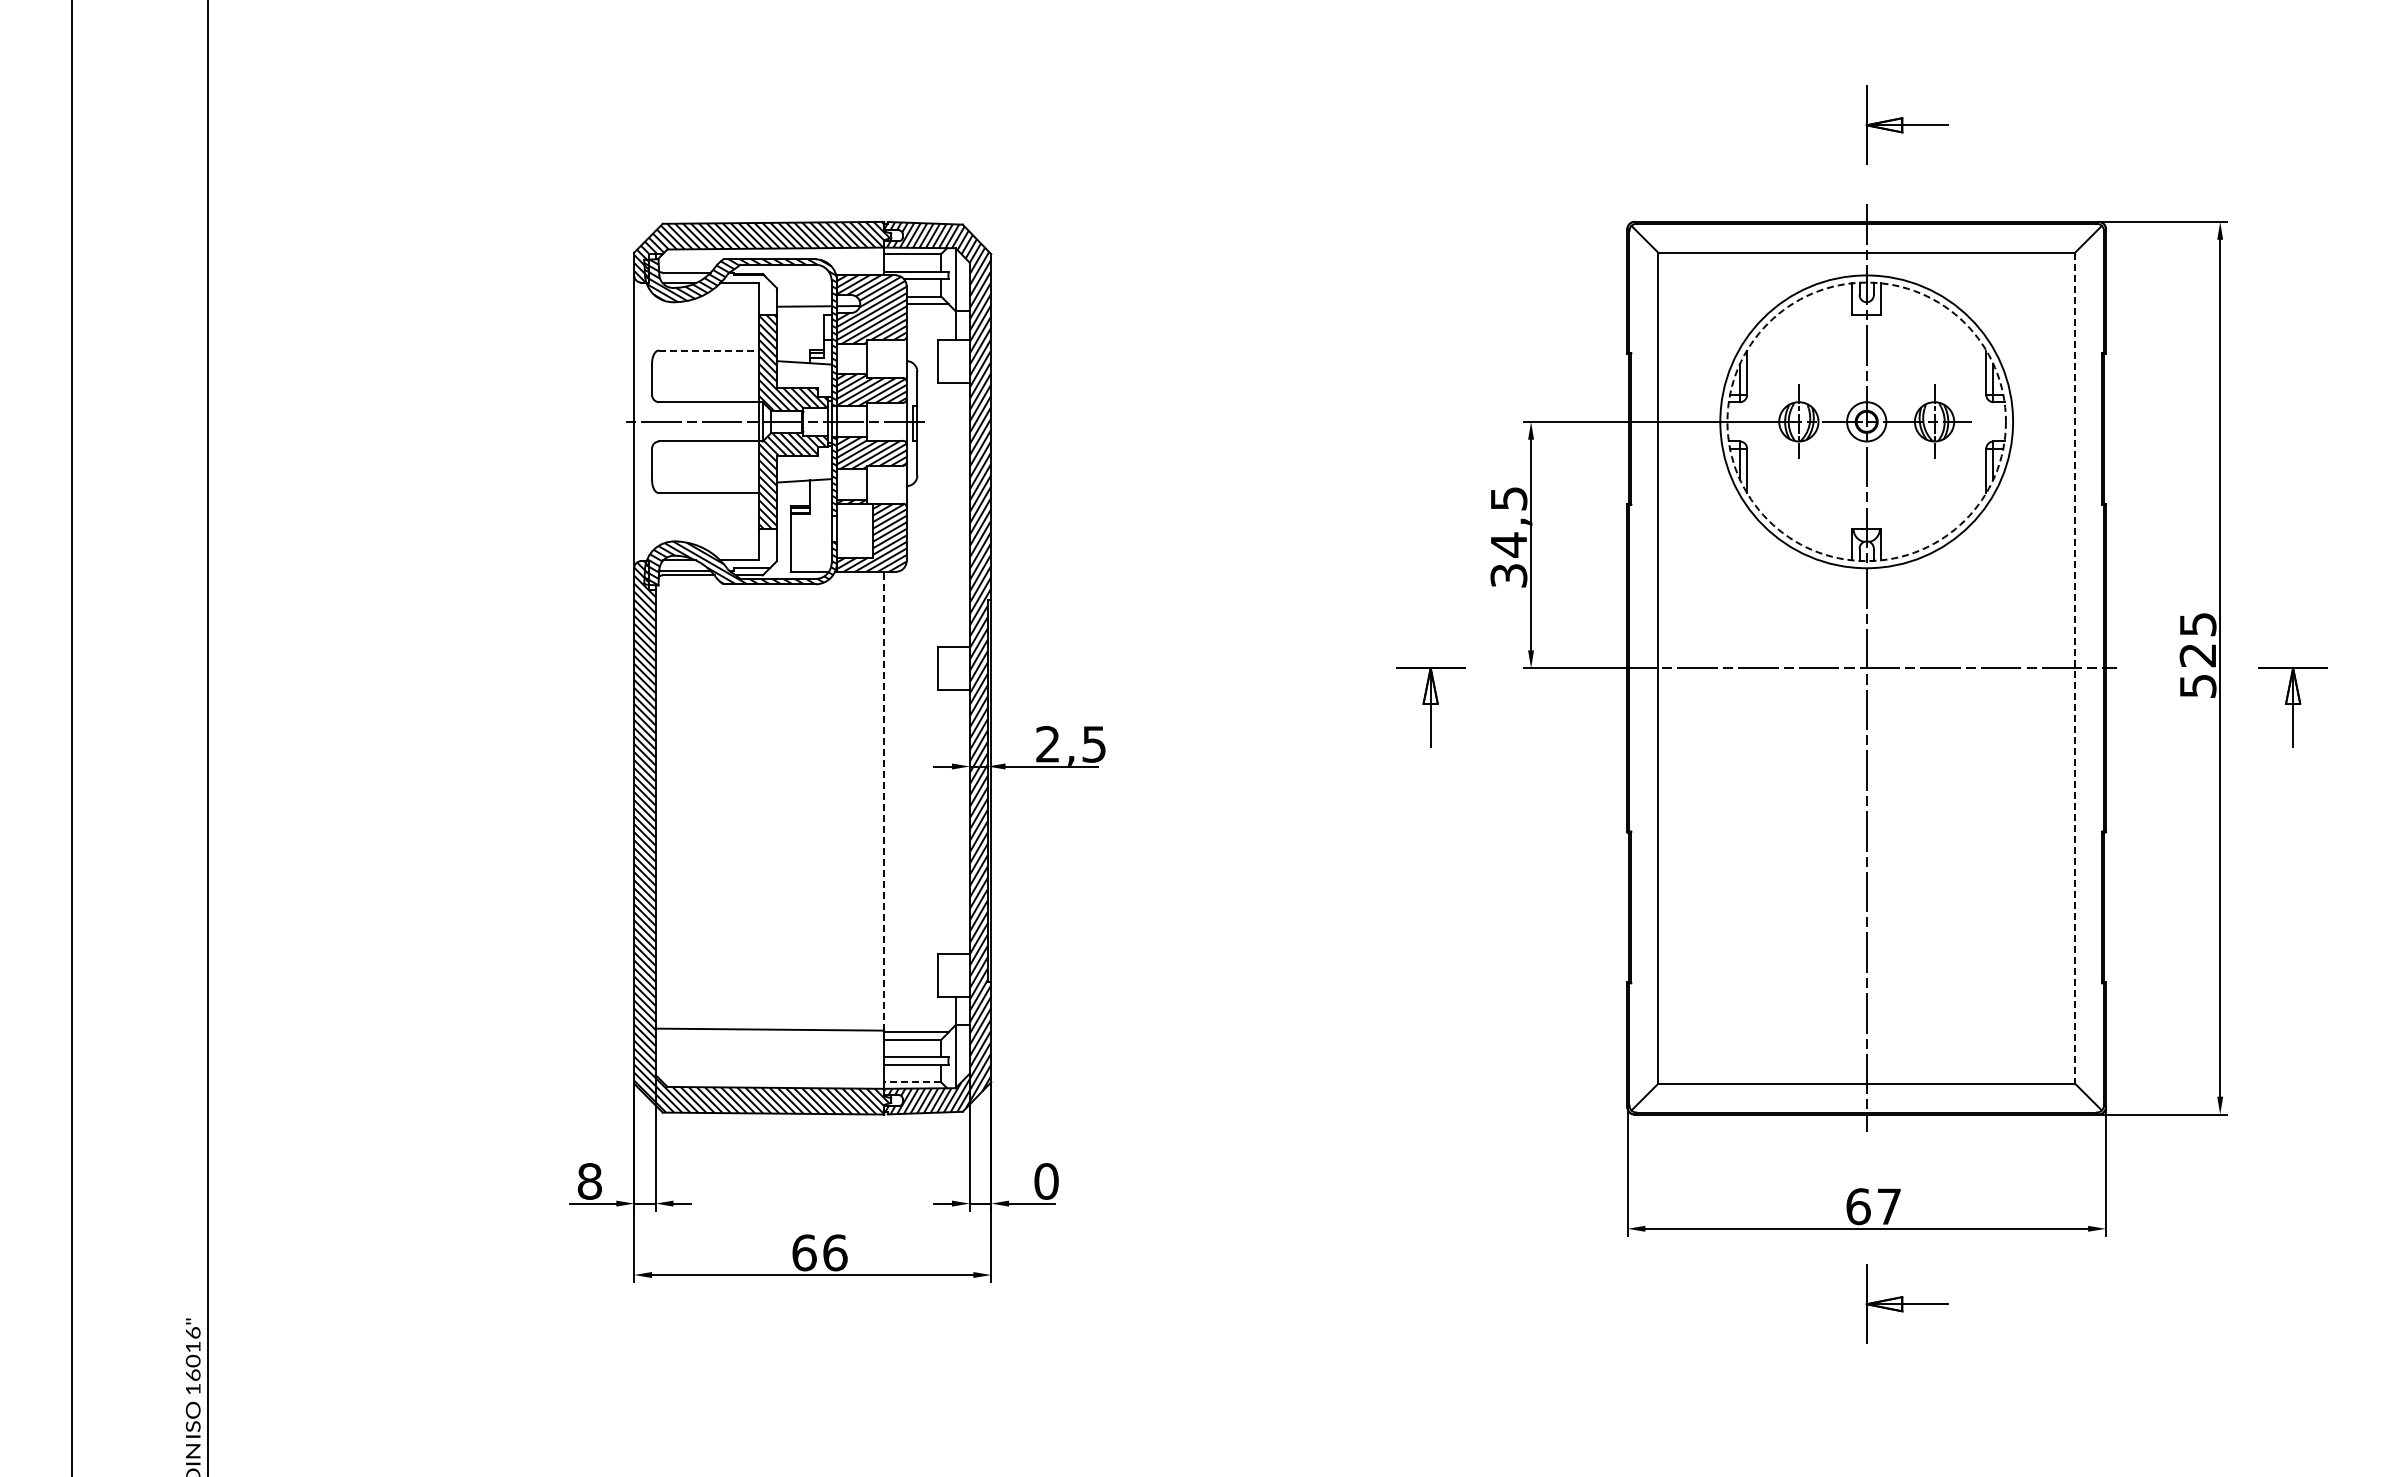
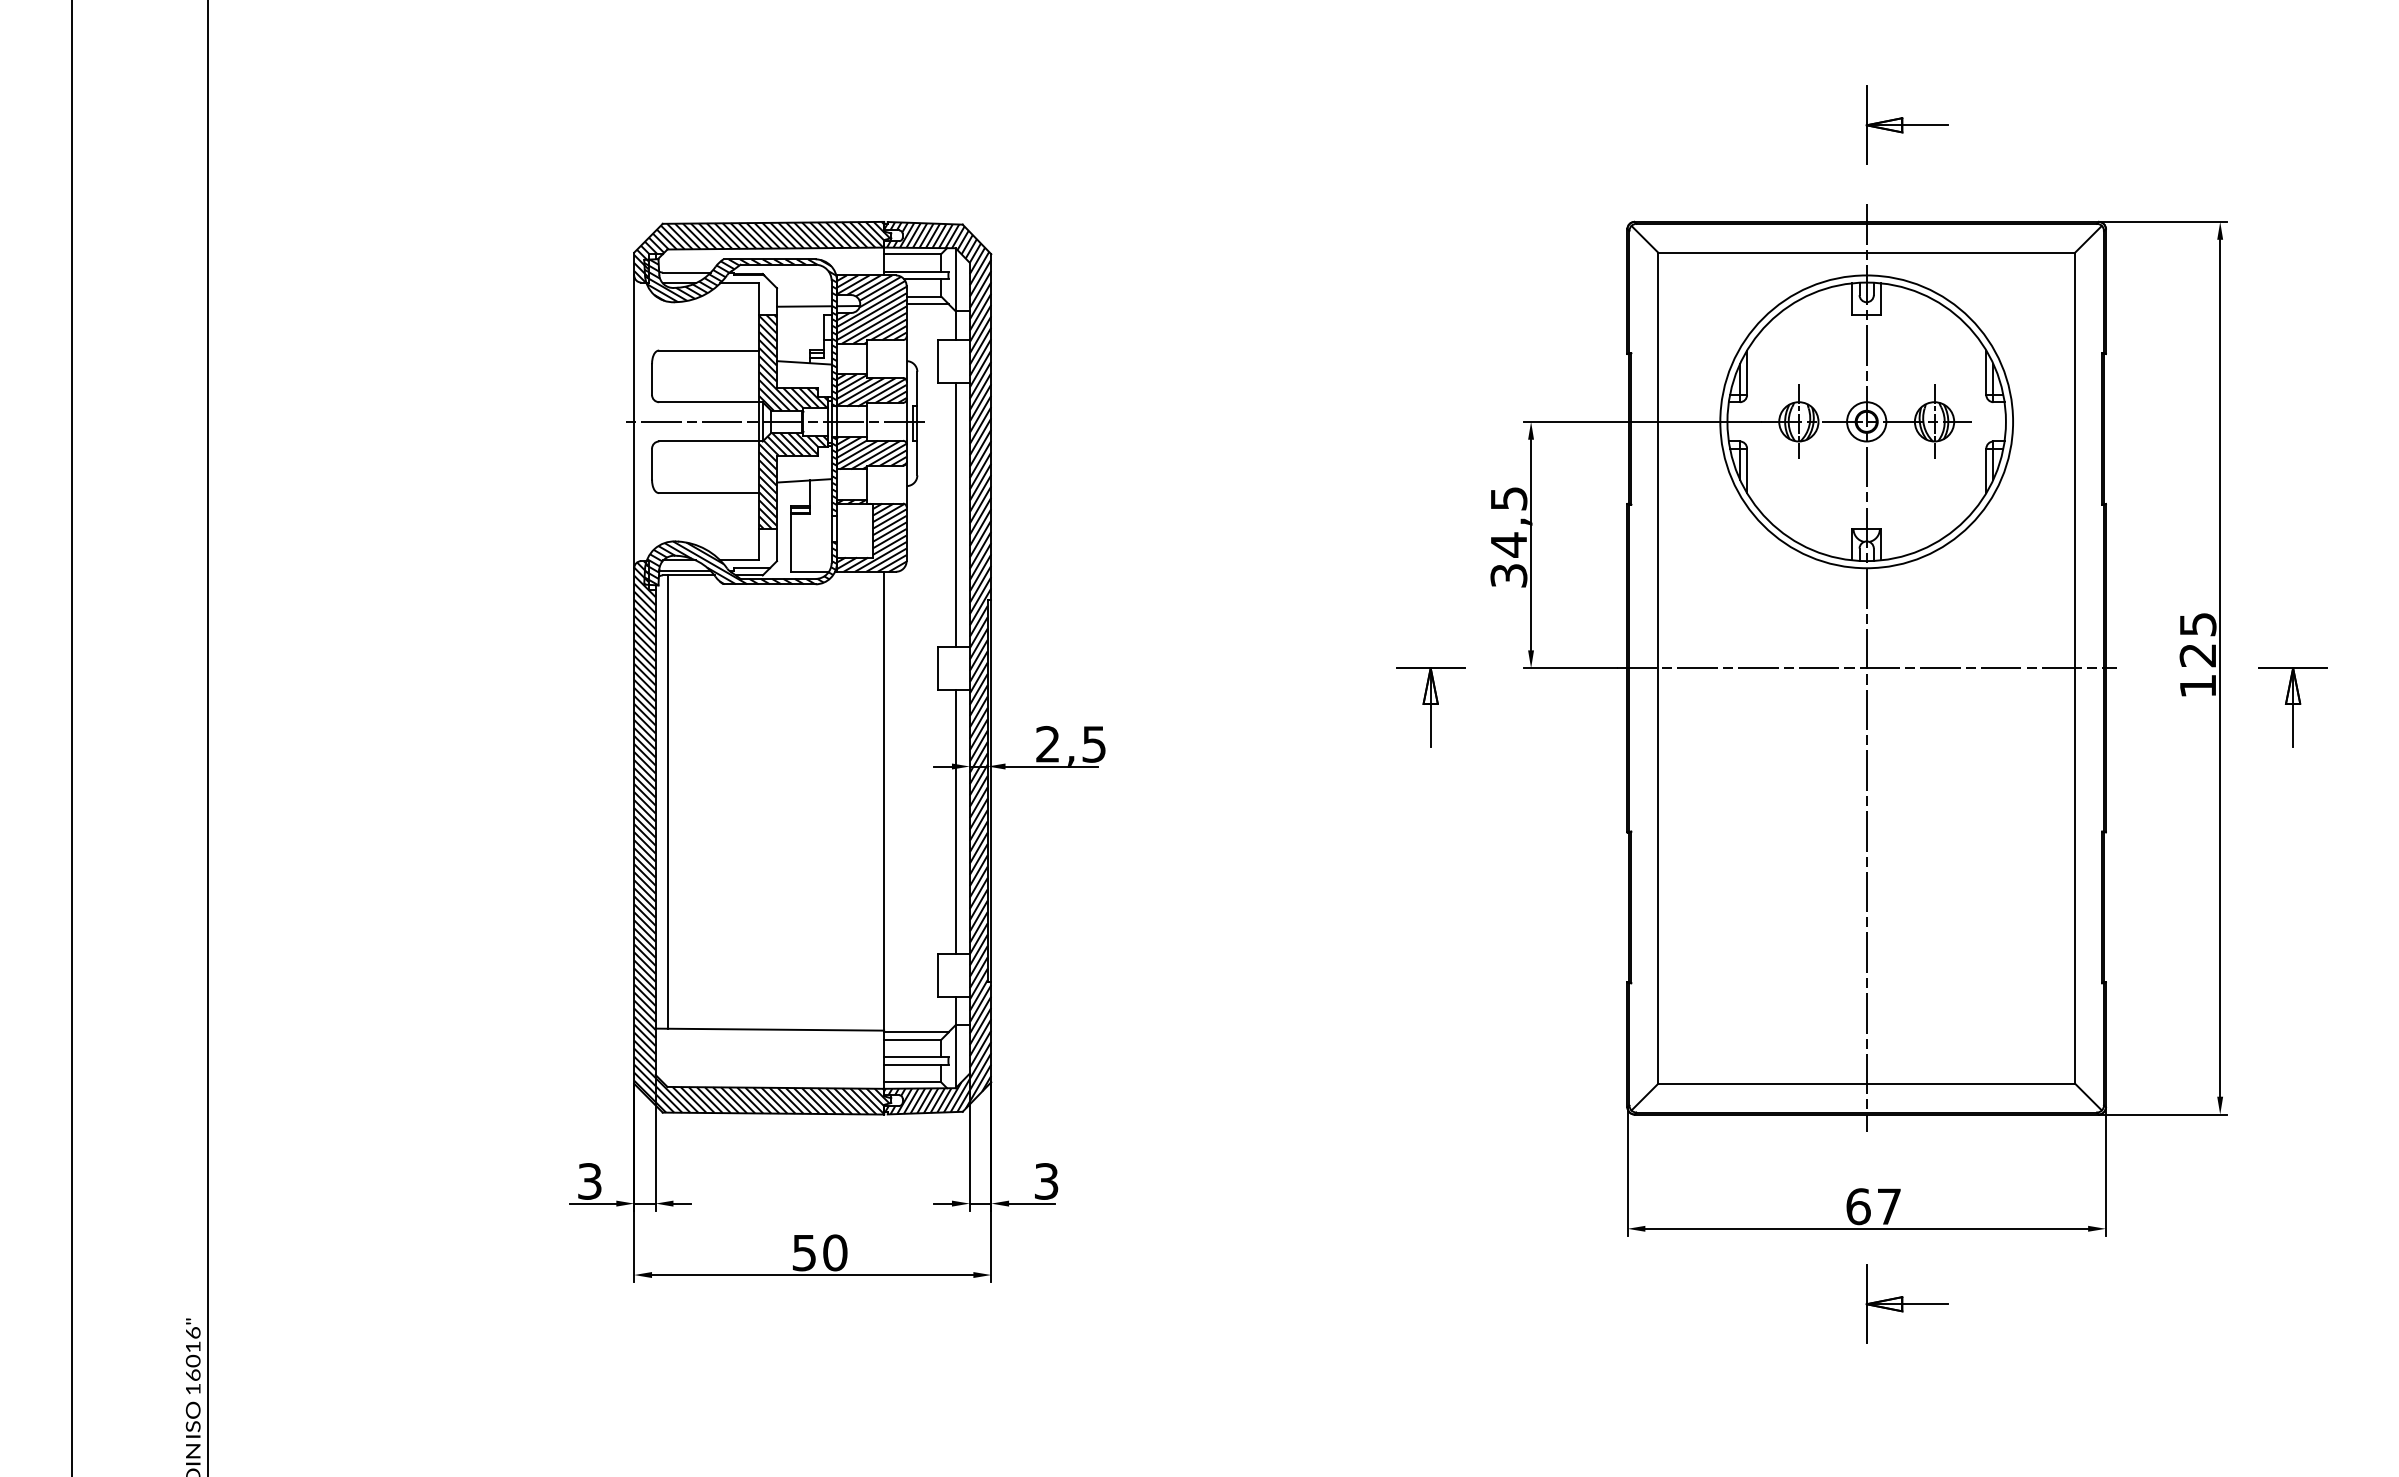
line at (709, 350): dashed -> solid
circle at (1866, 421): dashed -> solid
line at (955, 514): none -> present
line at (2075, 668): dashed -> solid
text at (2198, 686): 525 -> 125
line at (884, 800): dashed -> solid
line at (667, 801): none -> present
line at (955, 821): none -> present
line at (912, 1082): dashed -> solid
text at (589, 1181): 8 -> 3
text at (1046, 1181): 0 -> 3
text at (819, 1252): 66 -> 50
